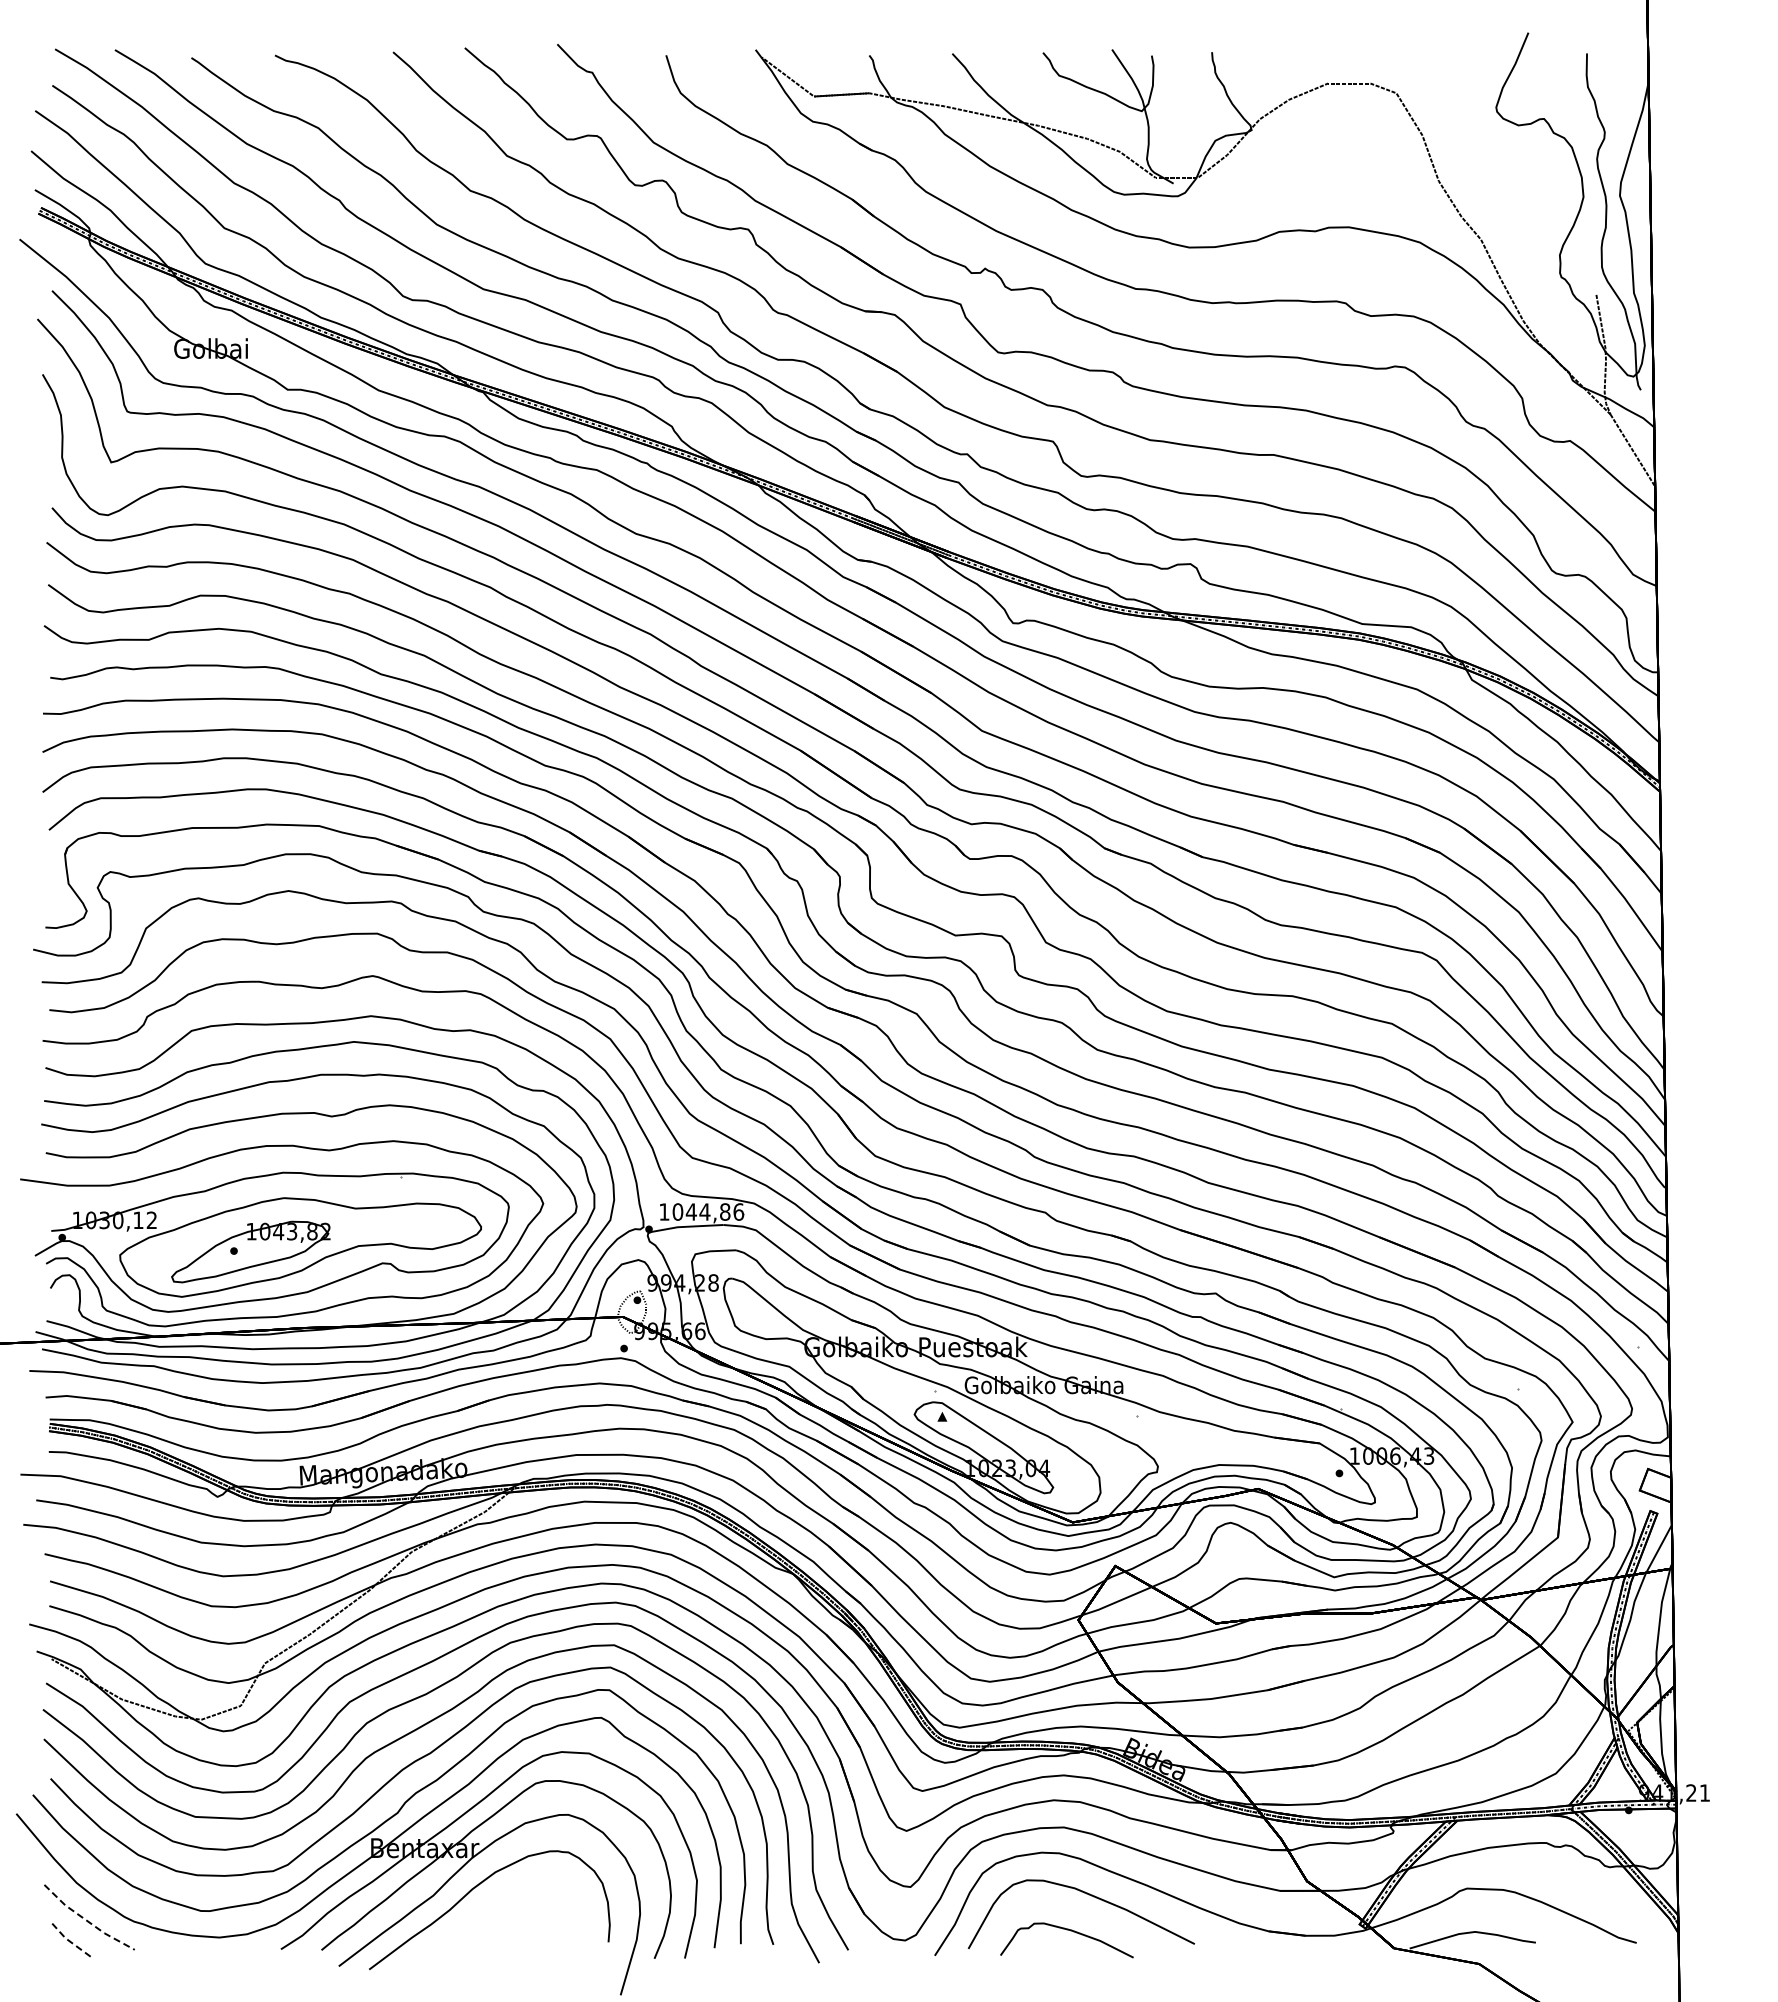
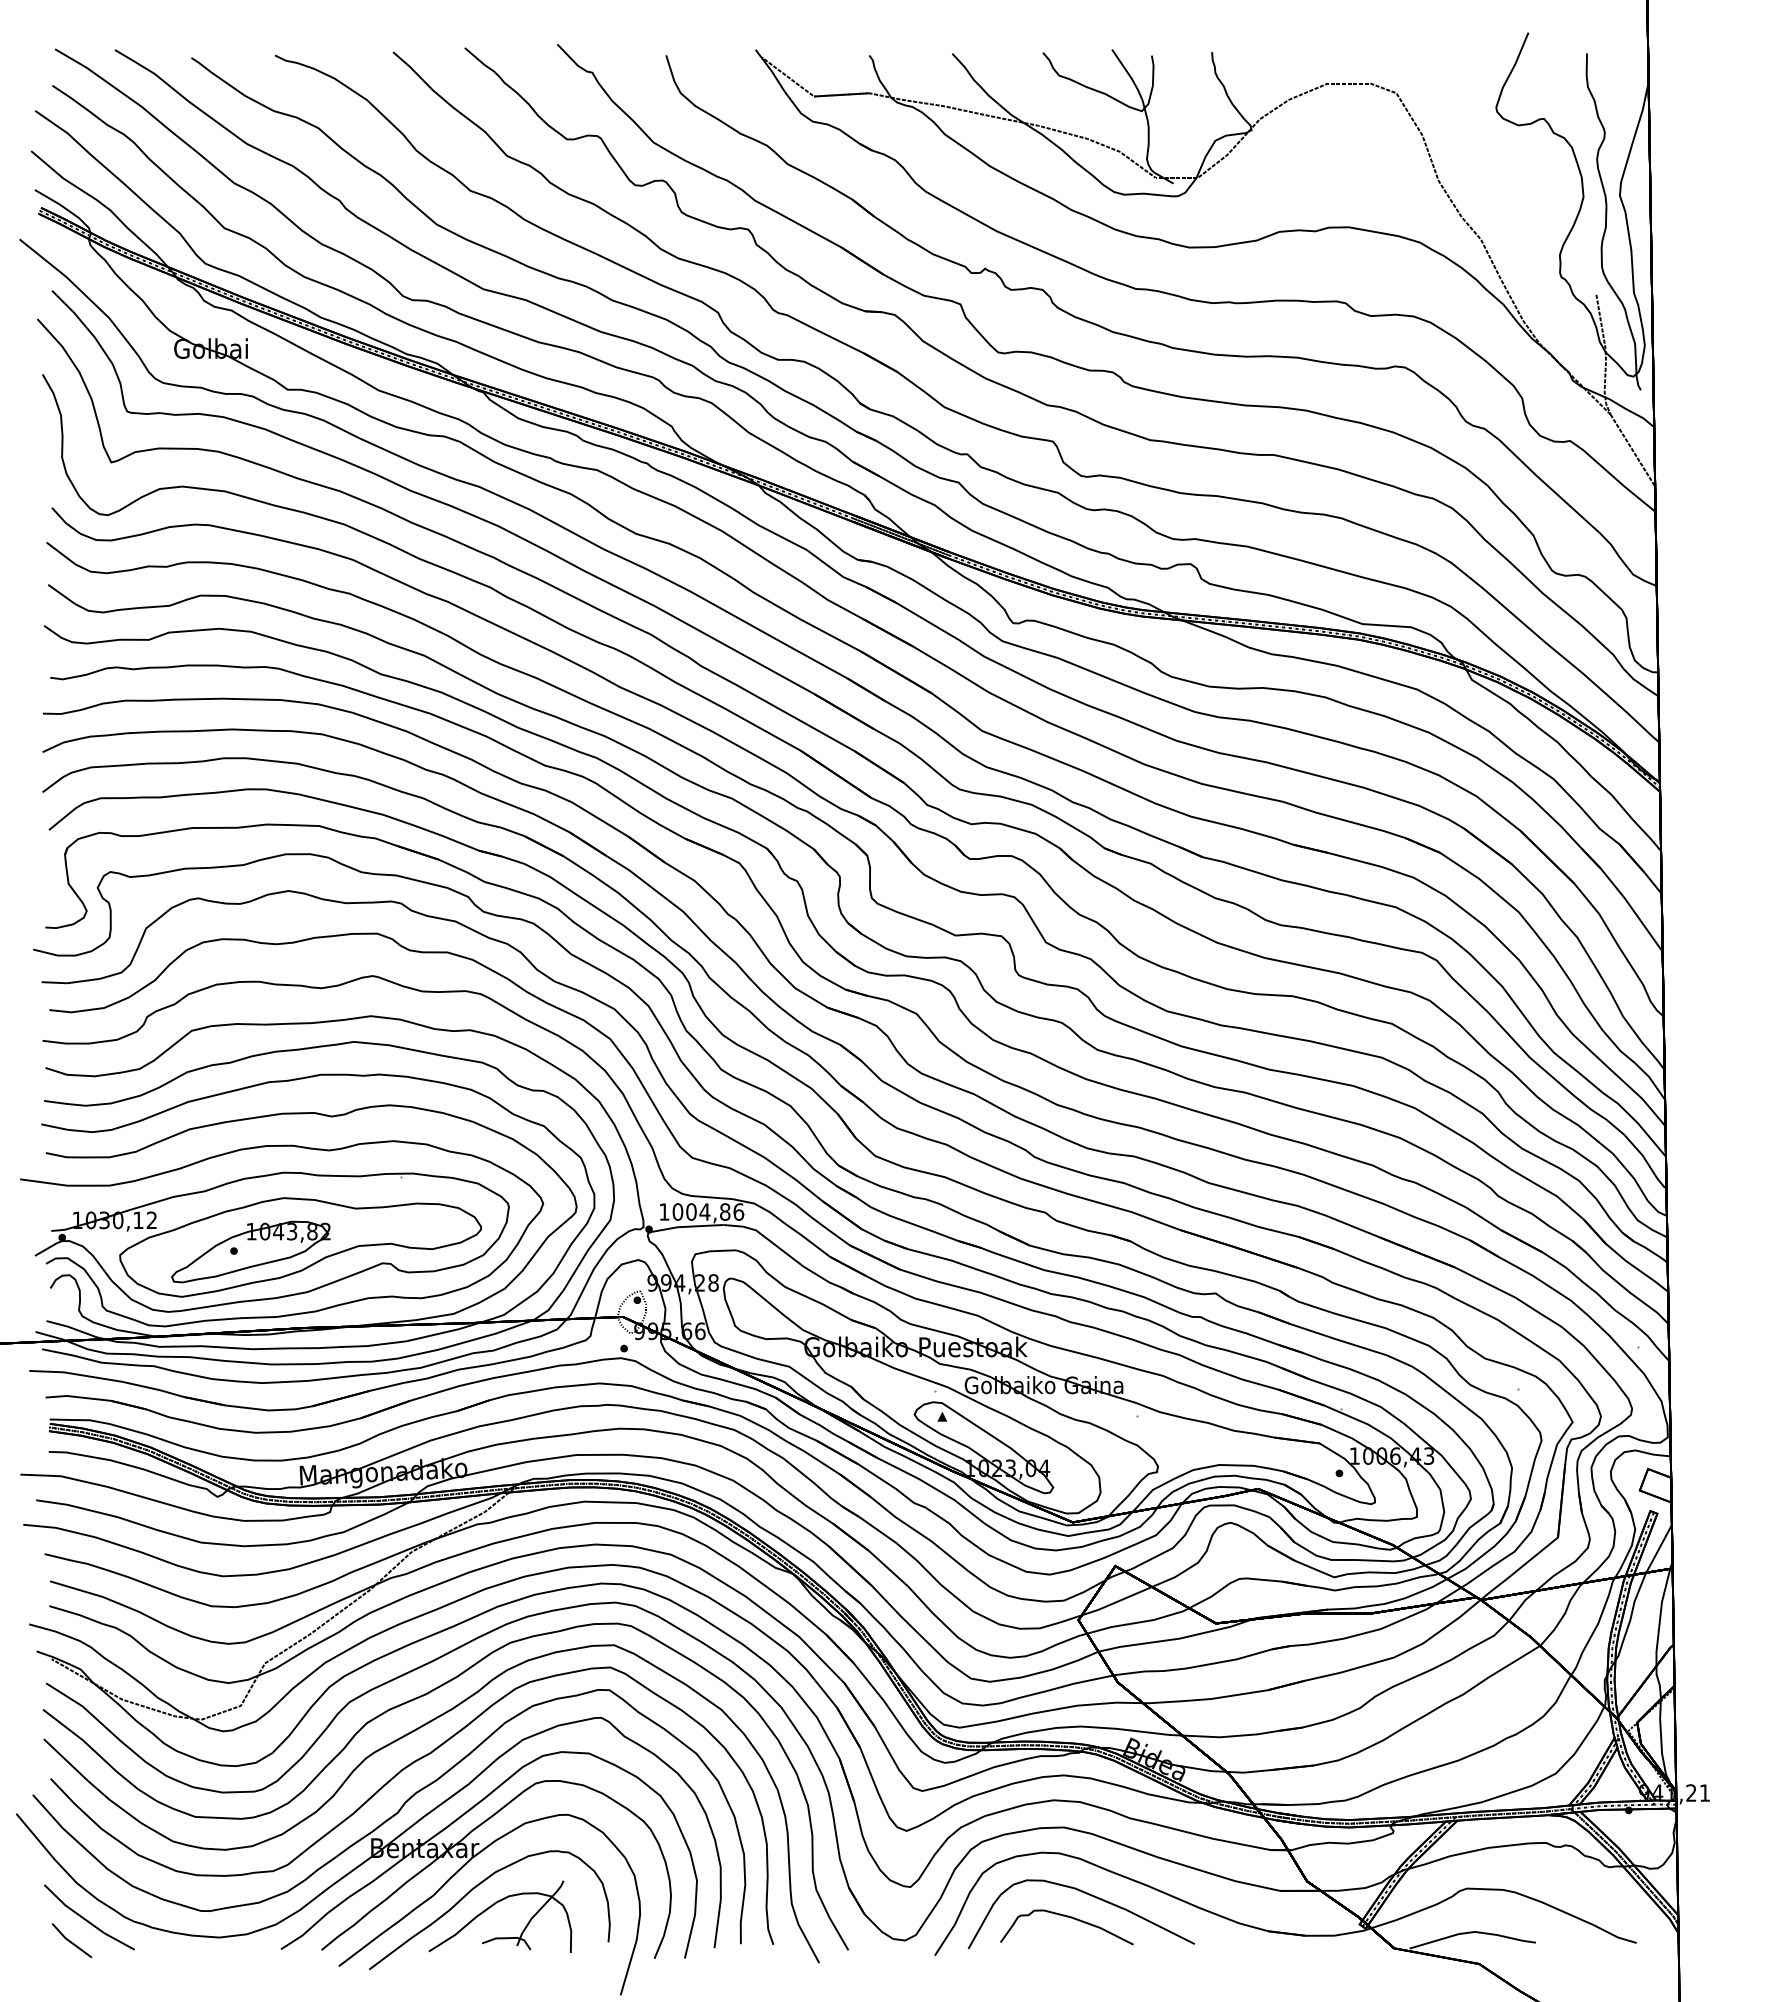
text at (690, 1211): 1044,86 -> 1004,86
part at (494, 1905): none -> present
line at (87, 1920): dashed -> solid
curve at (1070, 1931) position: (1070, 1931) -> (1070, 1918)
line at (70, 1941): dashed -> solid
